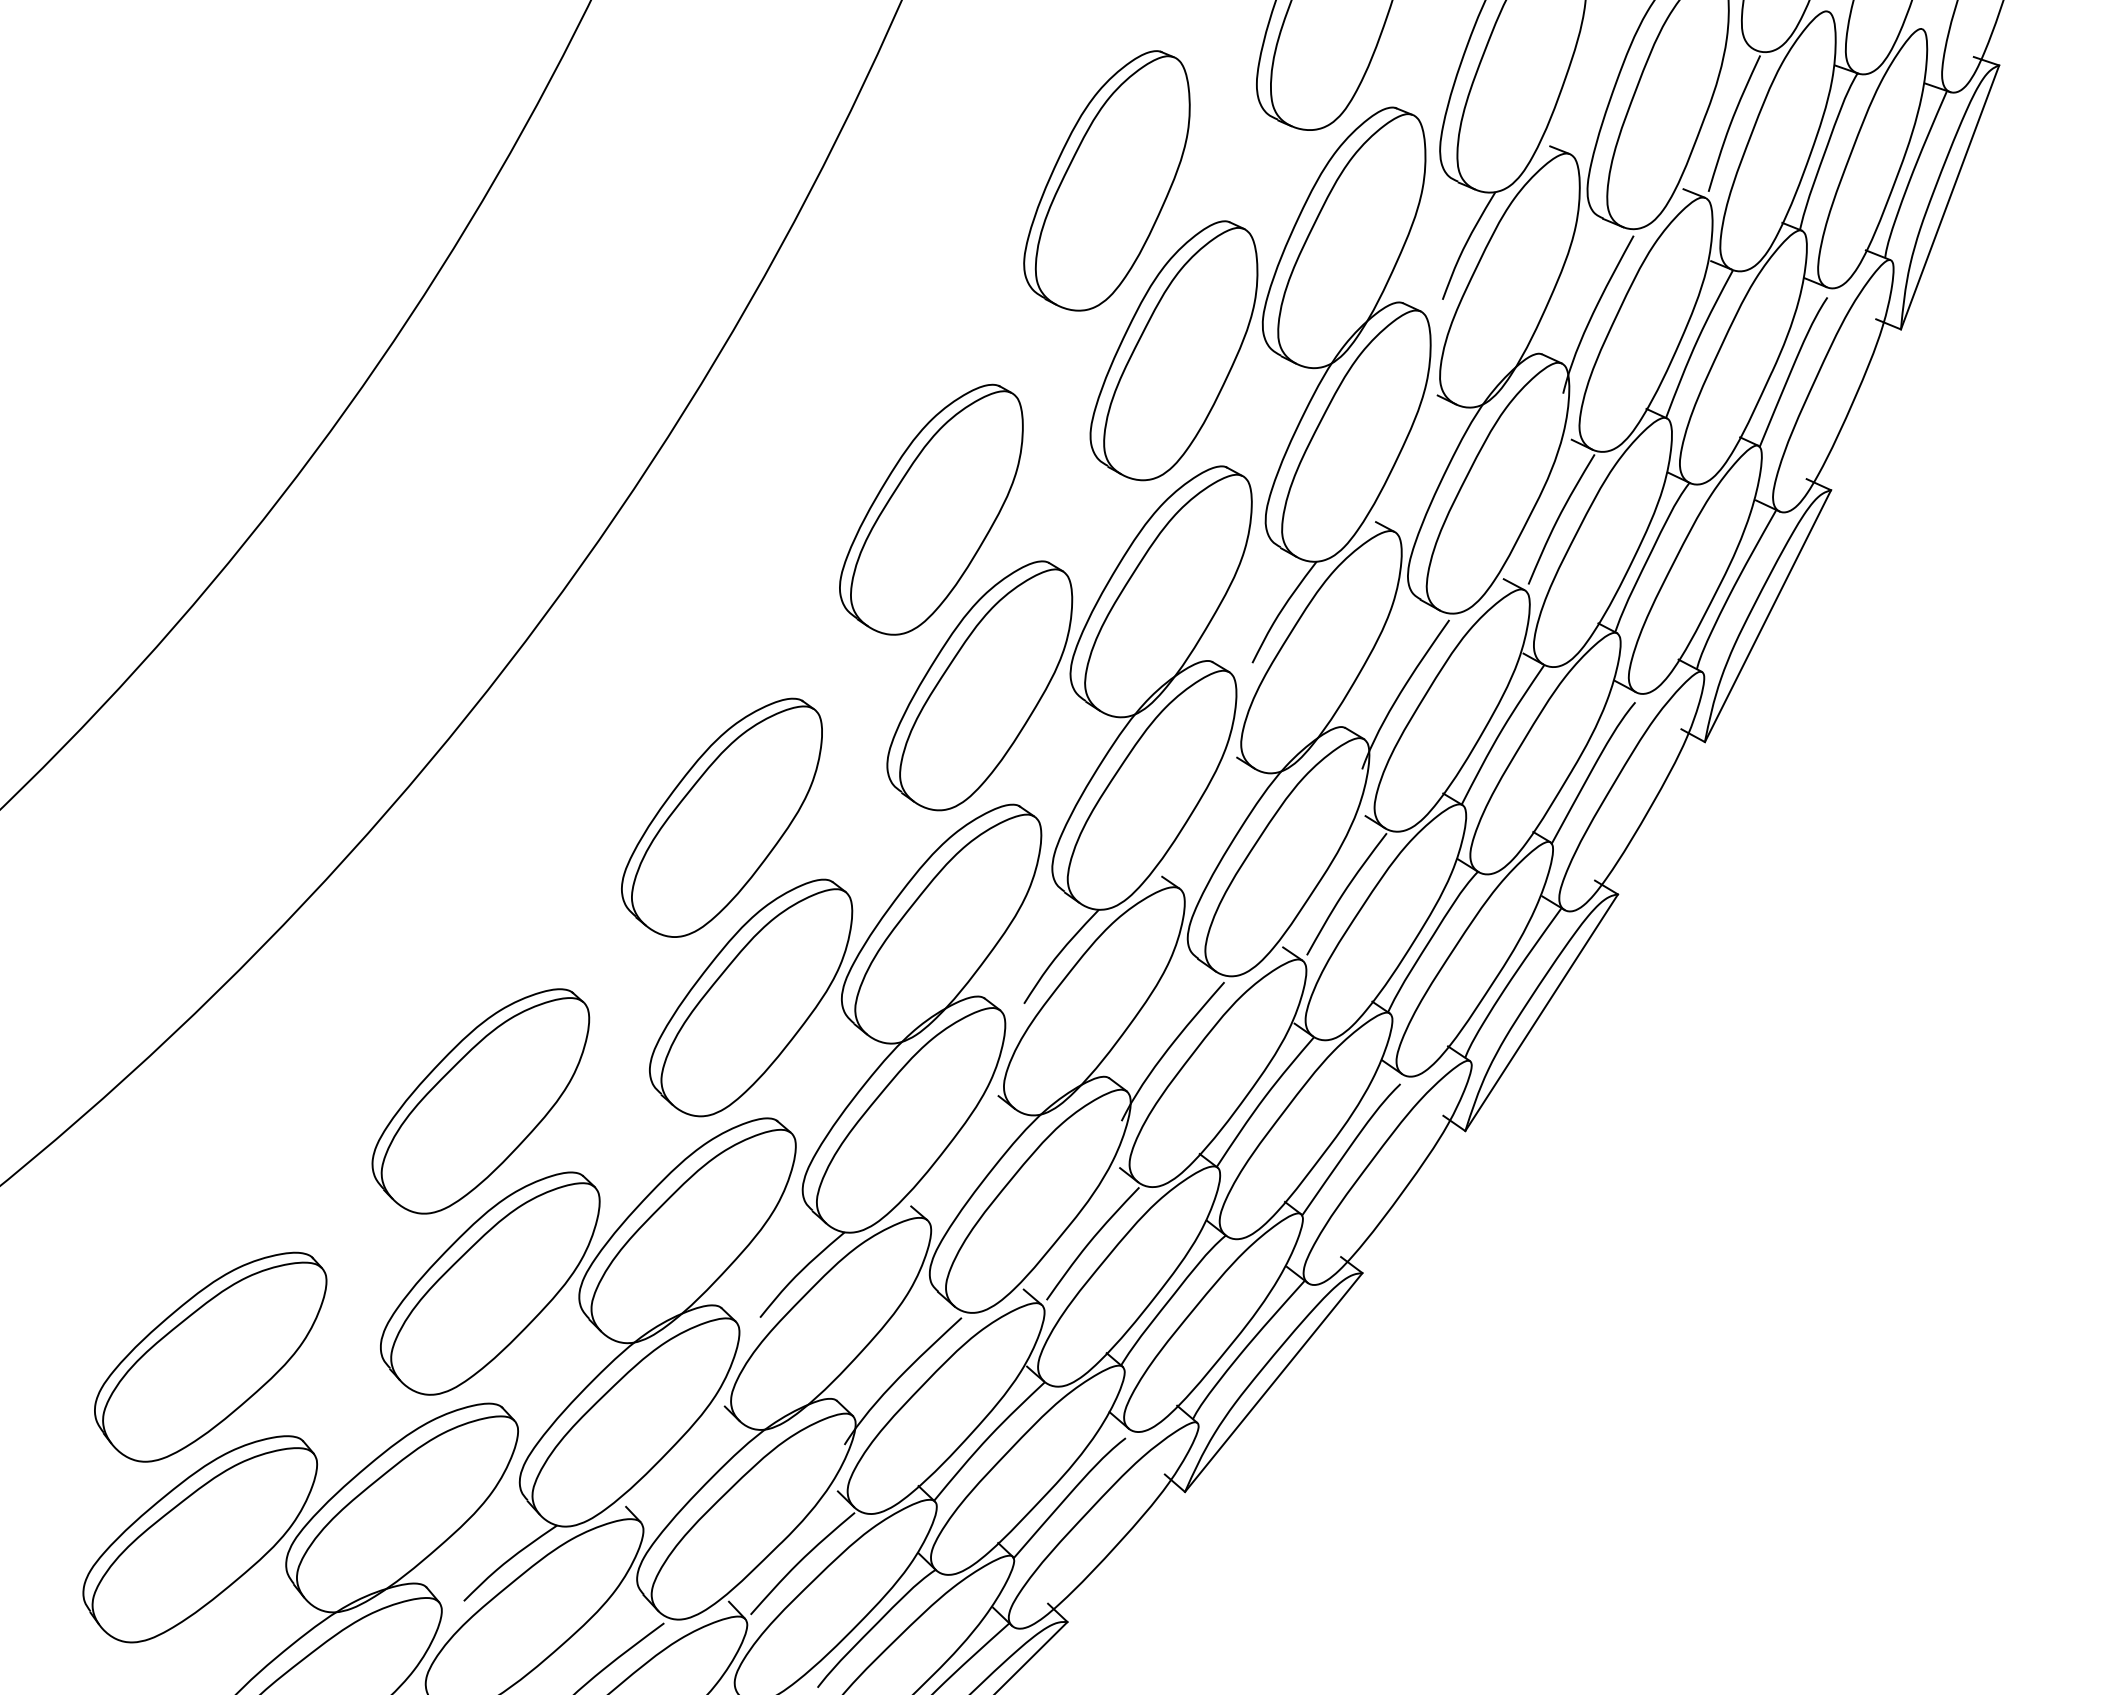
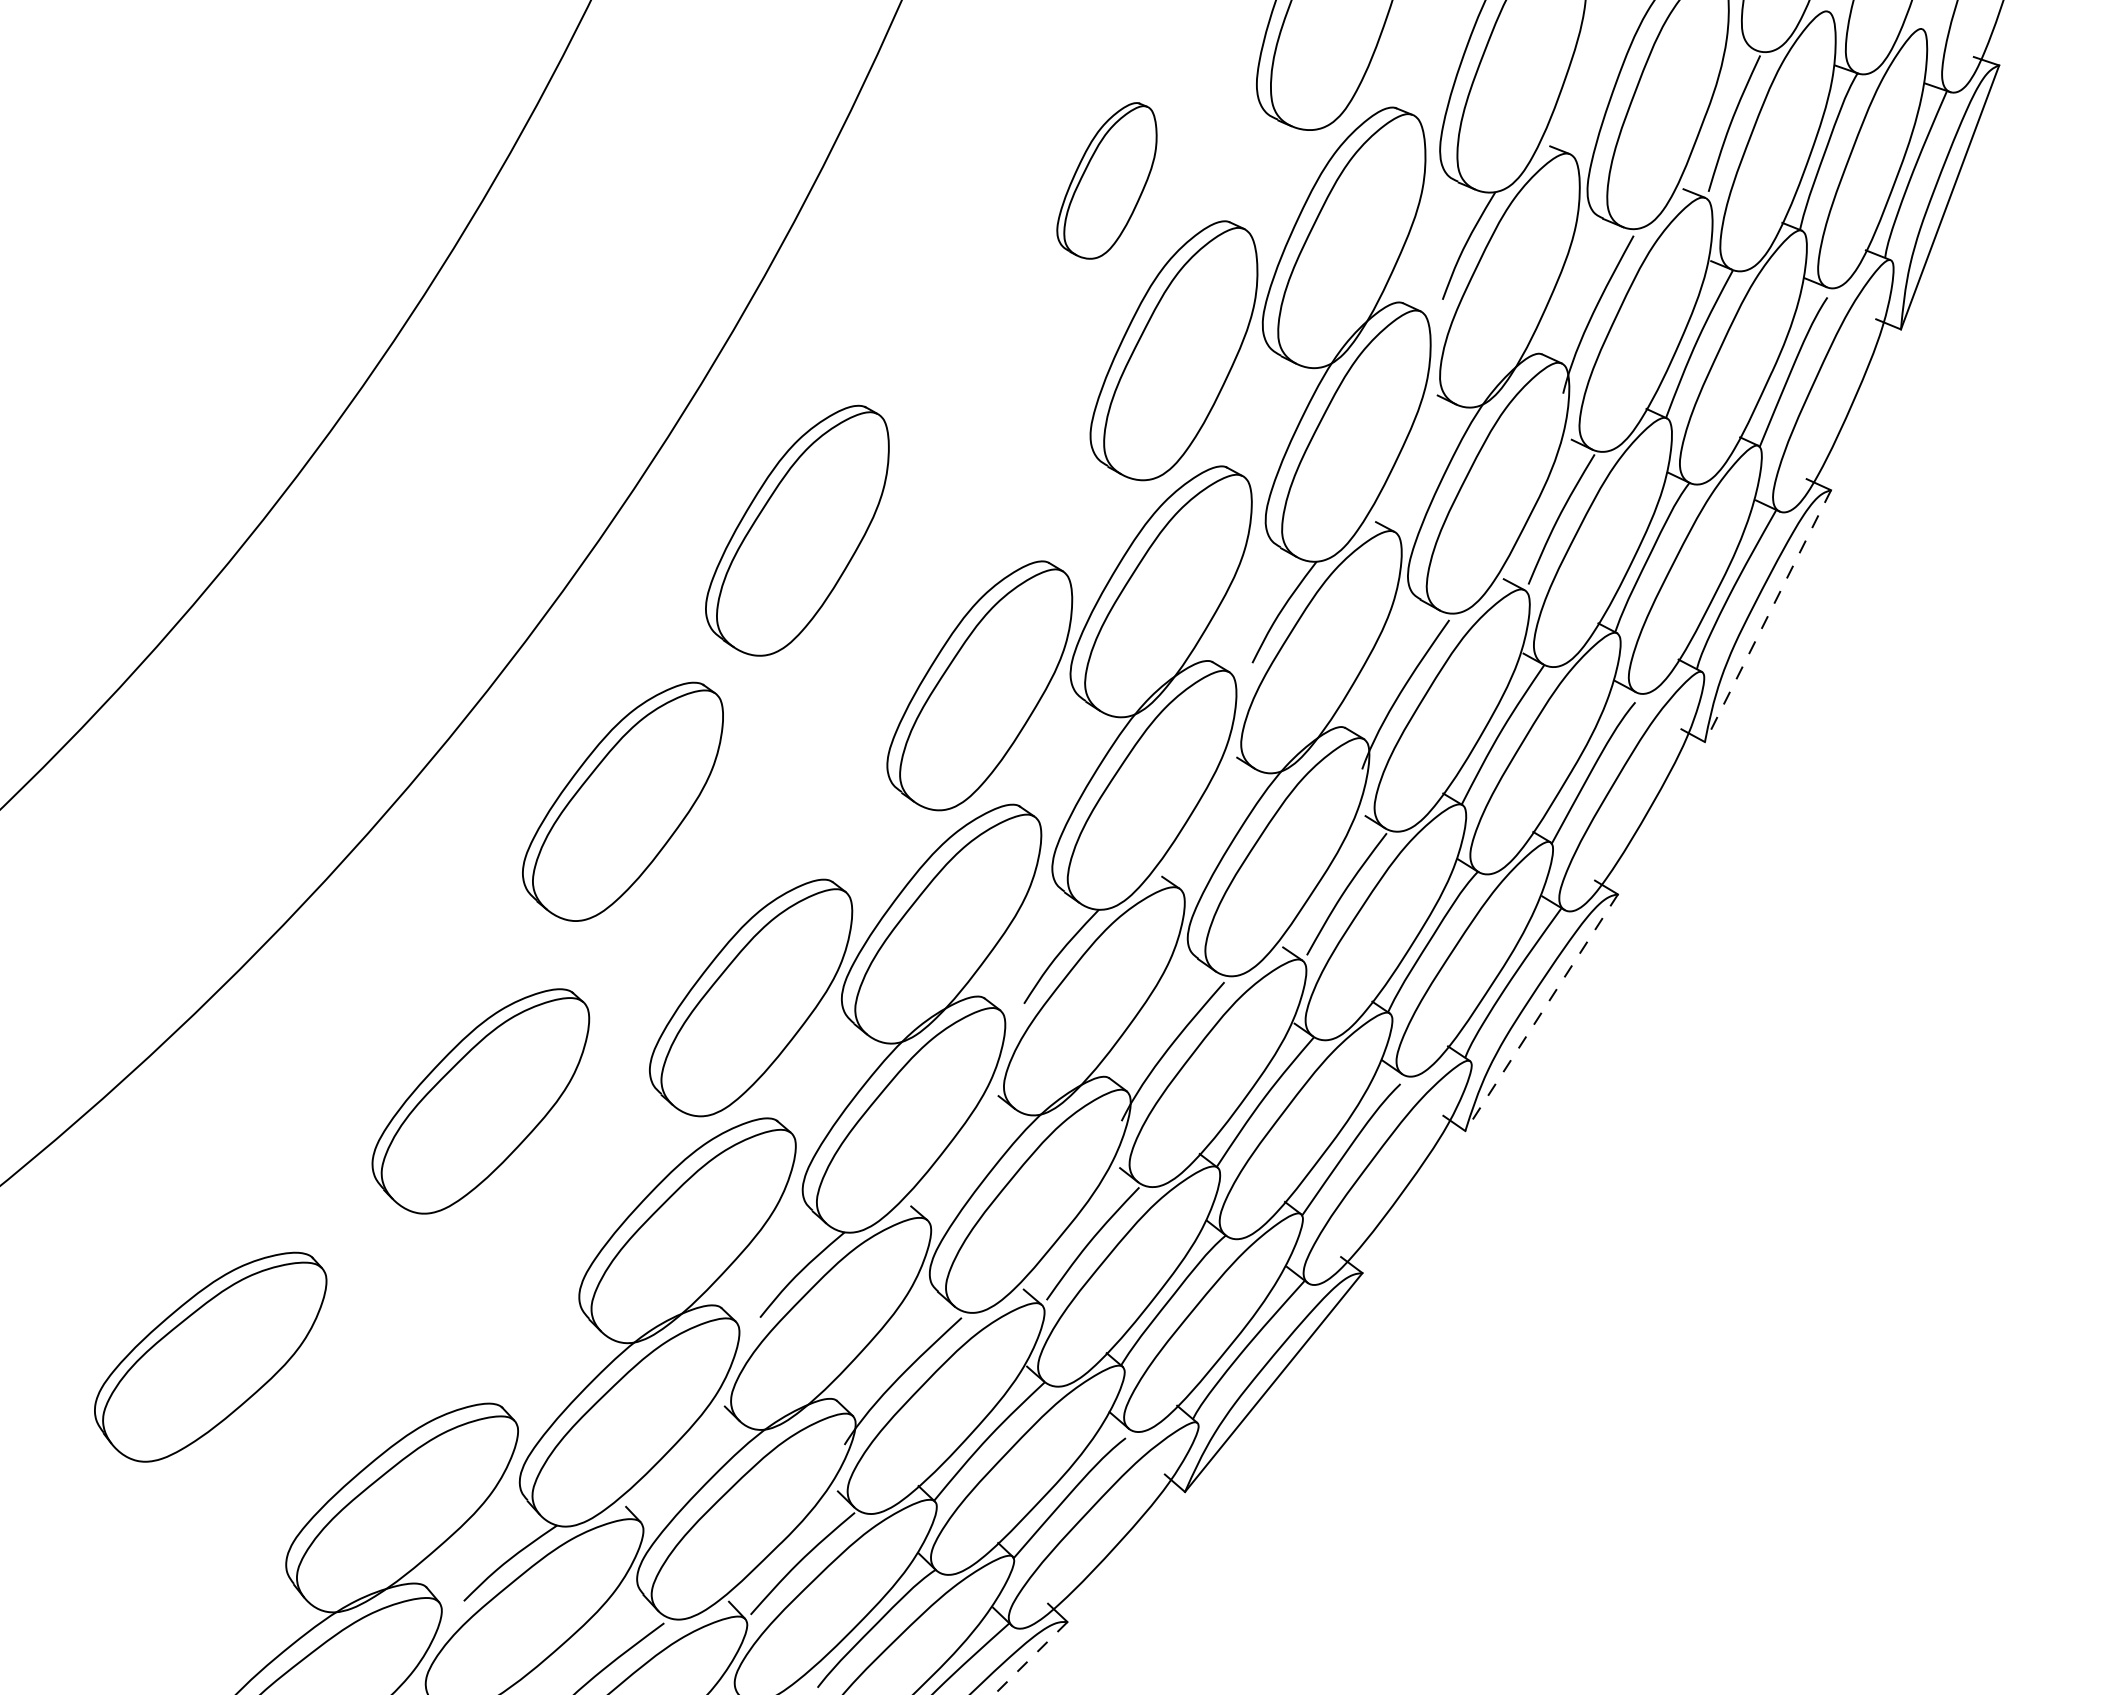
part at (1106, 180) size: 168x262 px -> 102x158 px
part at (931, 509) position: (931, 509) -> (797, 530)
line at (1768, 616): solid -> dashed
part at (721, 817) position: (721, 817) -> (622, 801)
line at (1541, 1012): solid -> dashed
part at (490, 1283): present -> none
part at (199, 1539): present -> none
line at (1030, 1658): solid -> dashed
